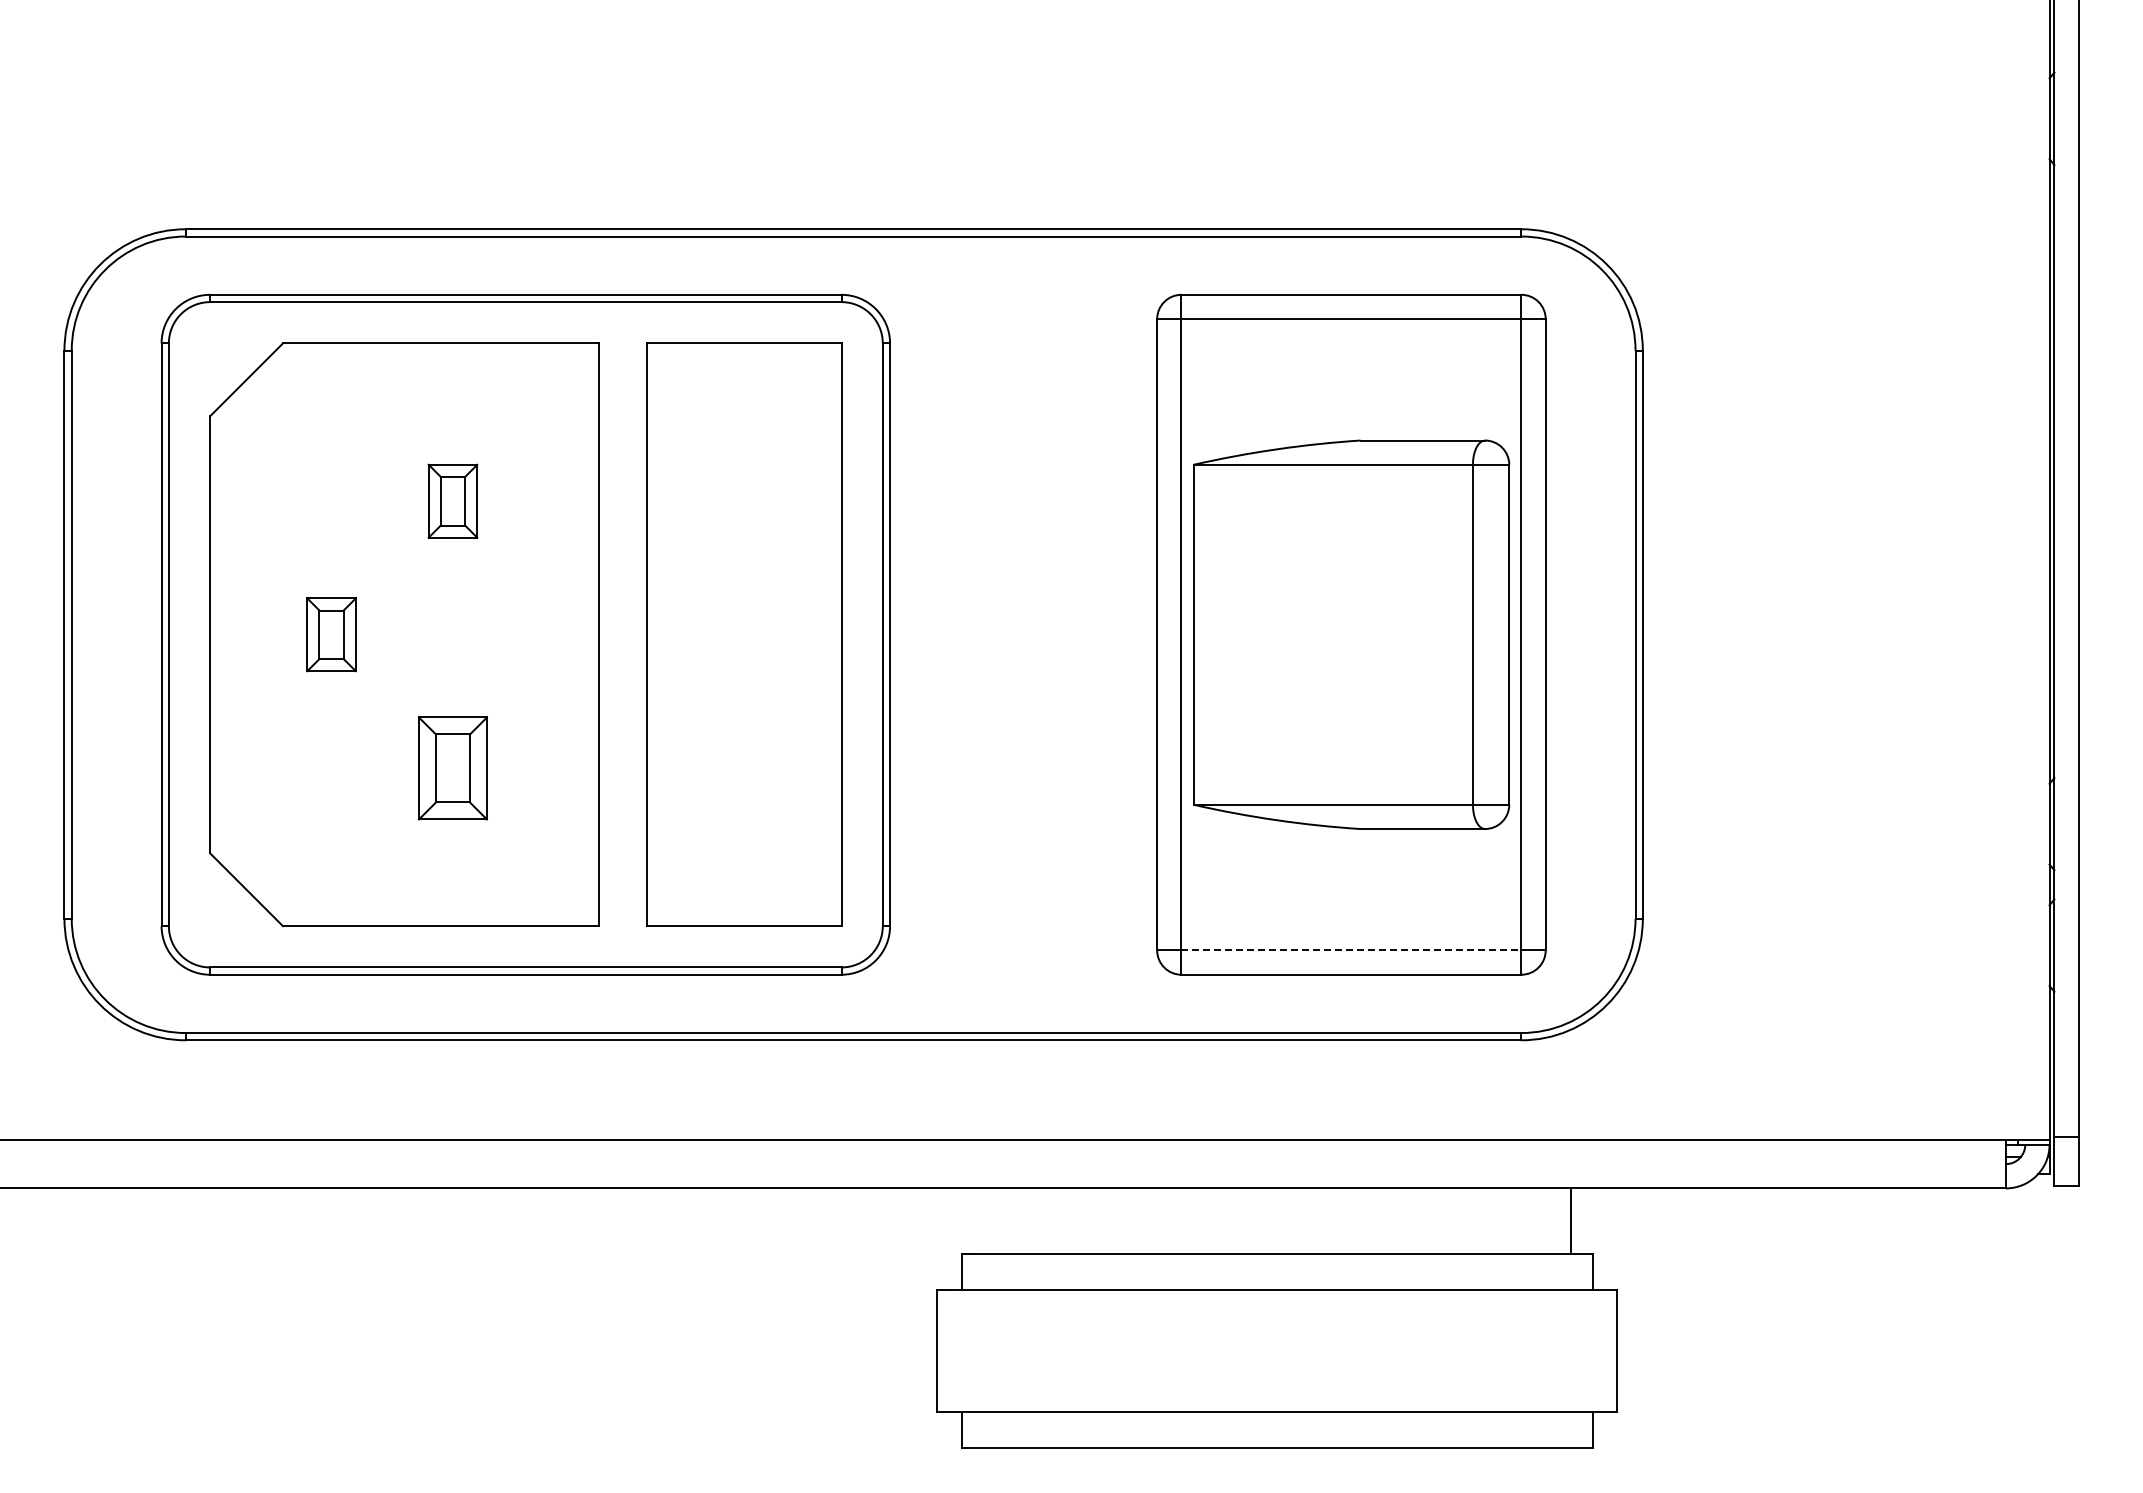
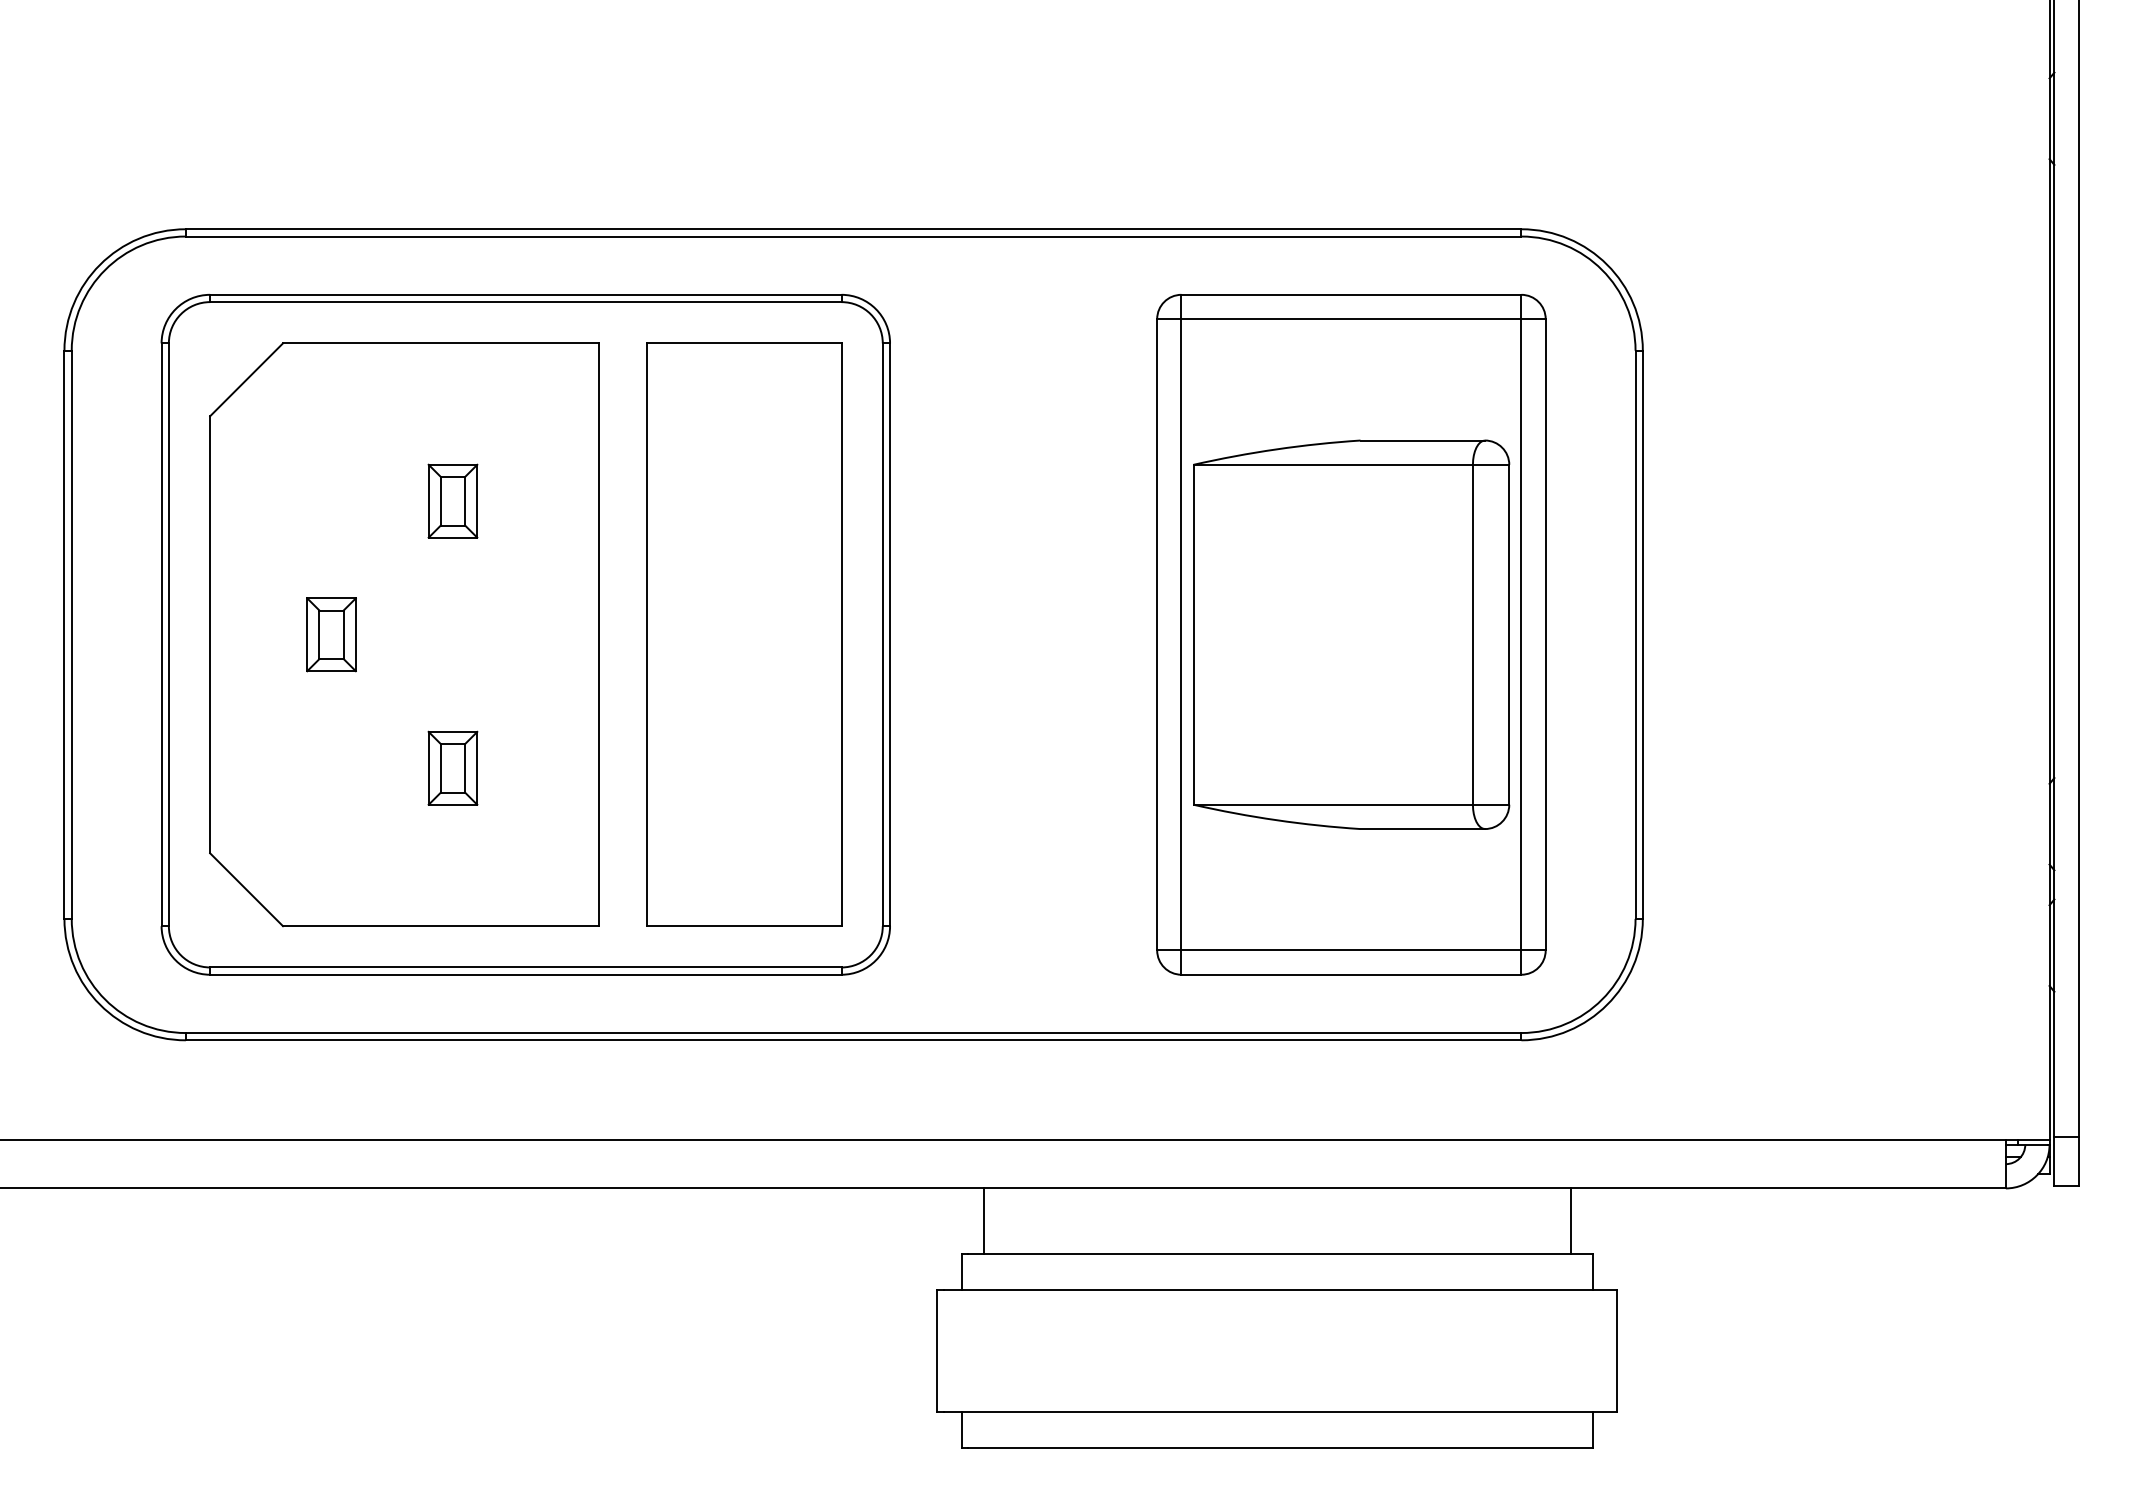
part at (452, 768) size: 72x105 px -> 52x76 px
line at (1351, 950): dashed -> solid
line at (983, 1220): none -> present
